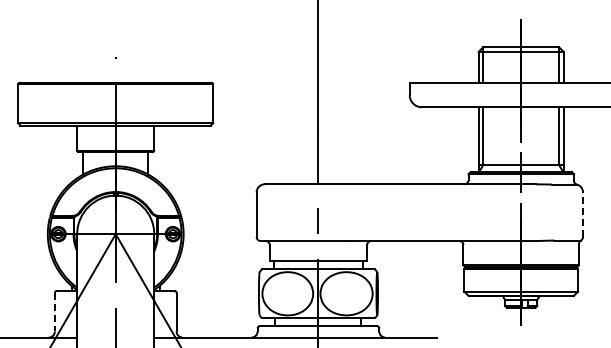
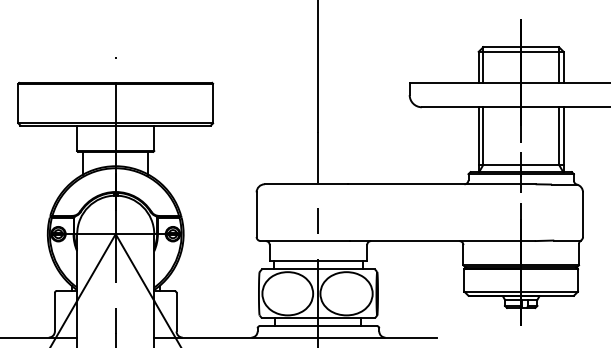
line at (583, 214): dashed -> solid
line at (54, 312): dashed -> solid
